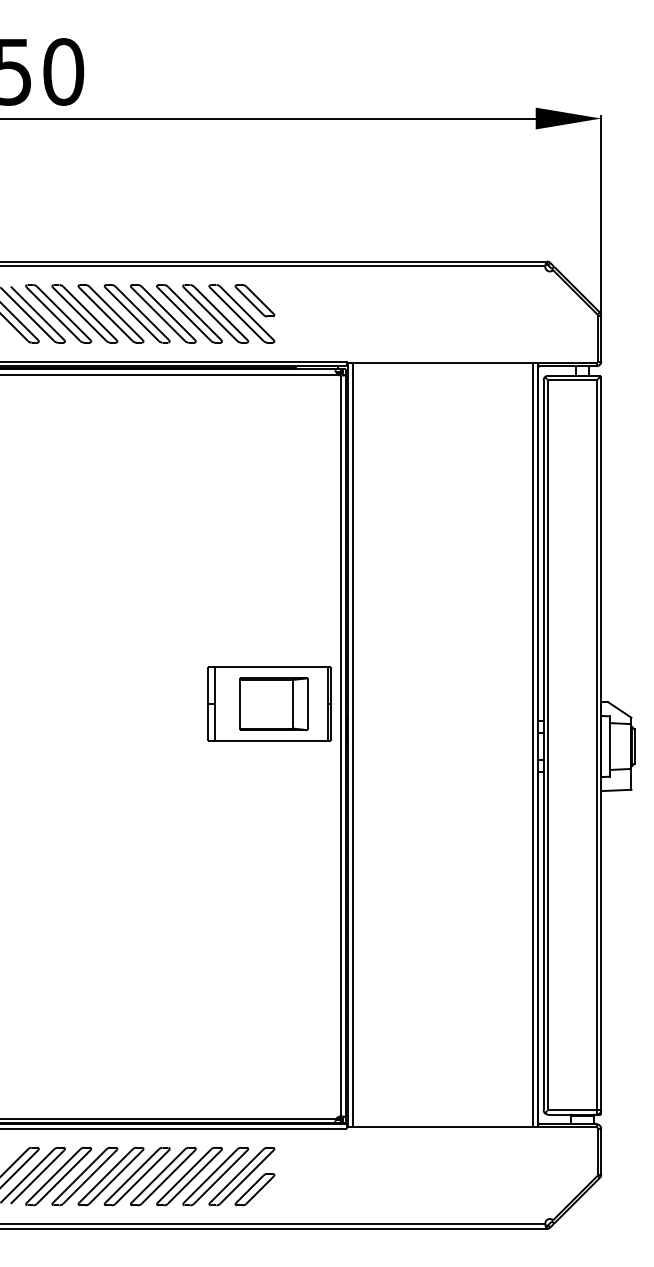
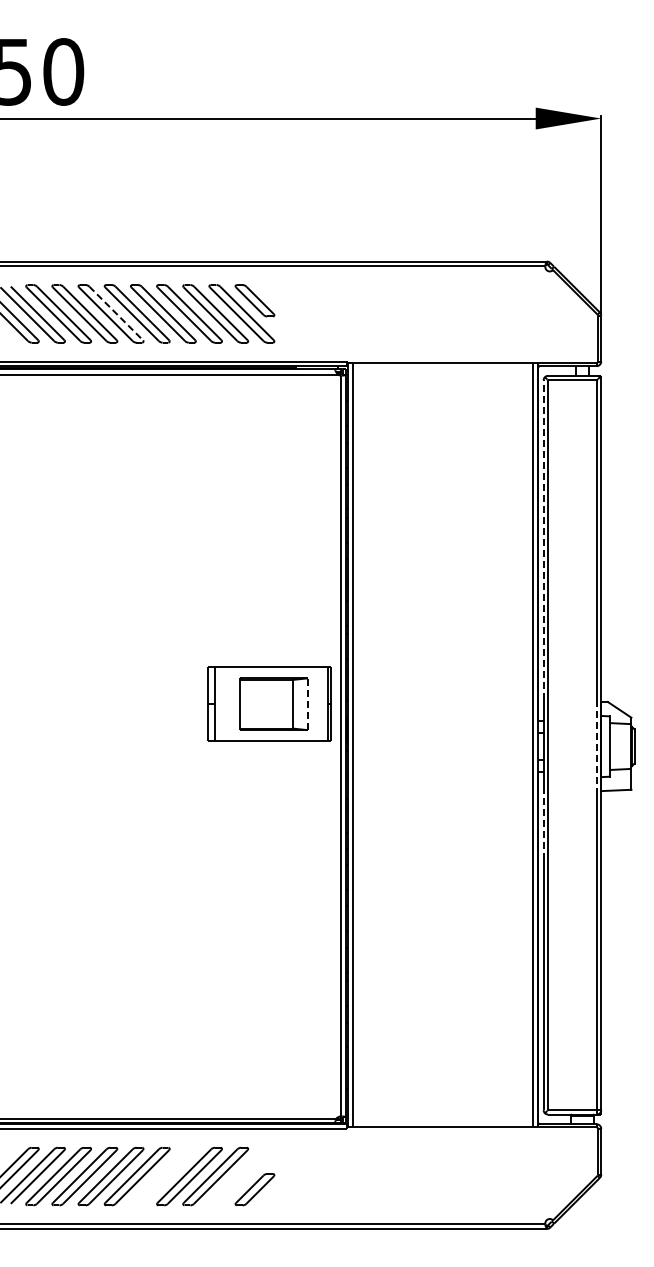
line at (116, 313): solid -> dashed
line at (543, 539): solid -> dashed
line at (308, 704): solid -> dashed
line at (596, 744): solid -> dashed
line at (543, 824): solid -> dashed
part at (163, 1176): present -> none
part at (241, 1176): present -> none
